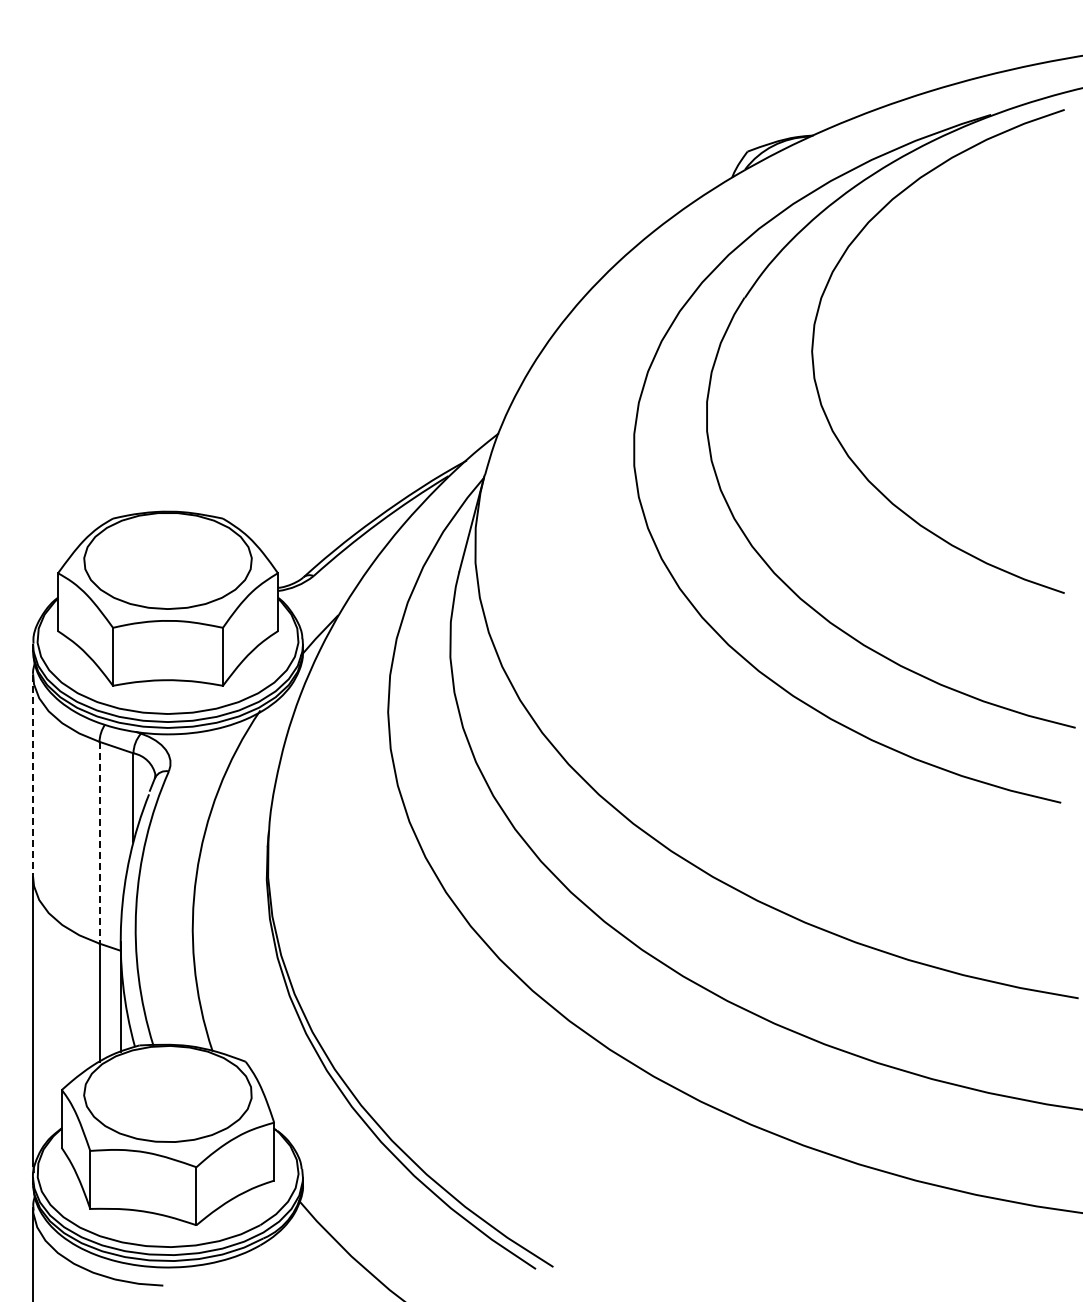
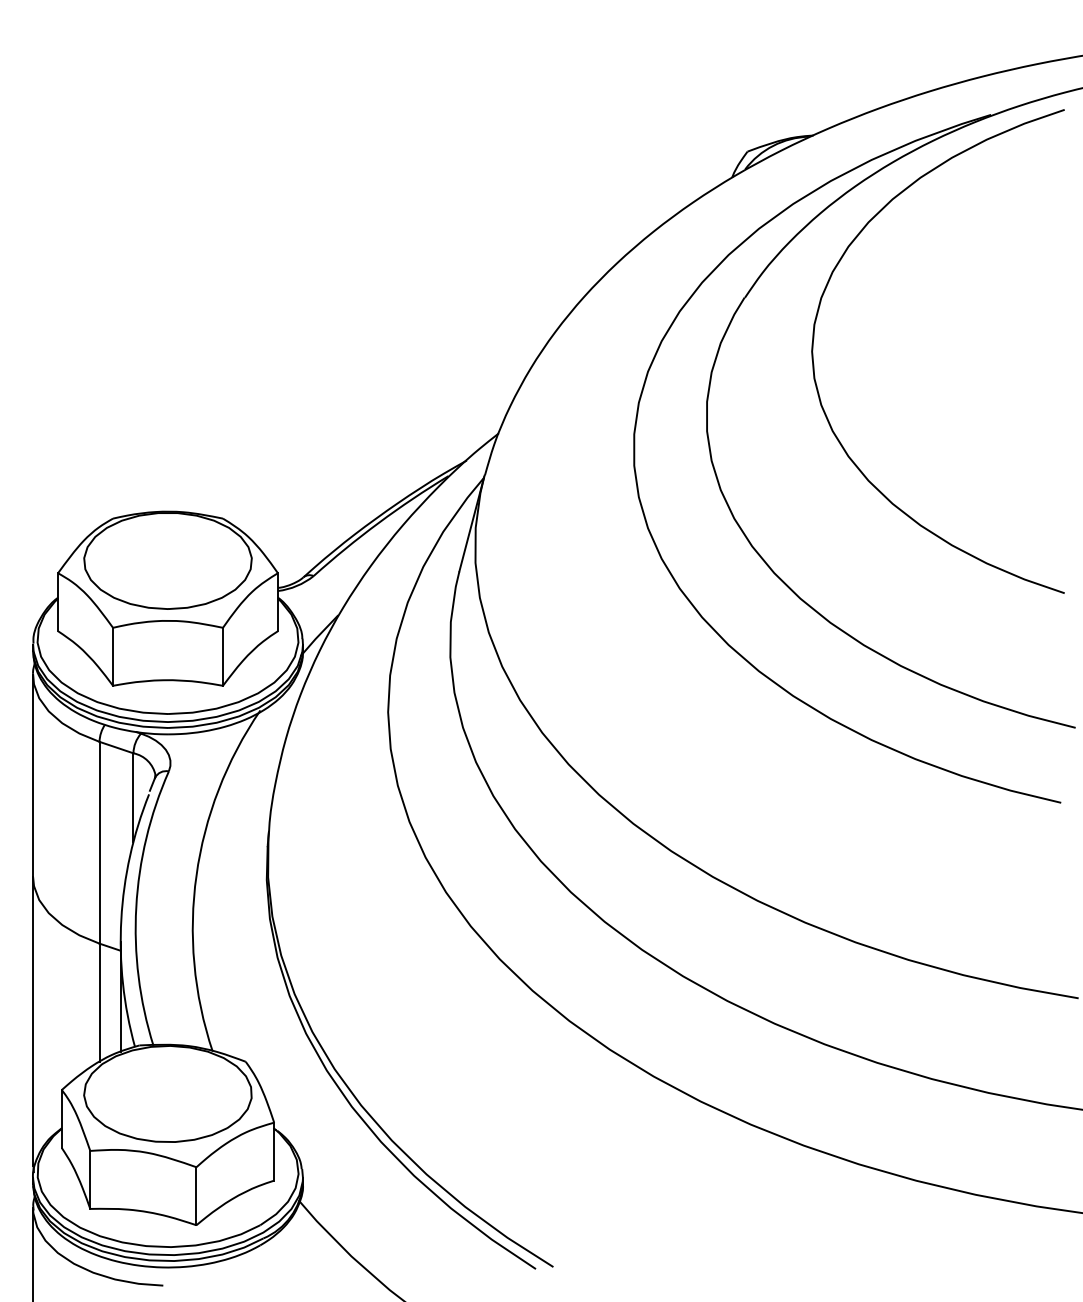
line at (33, 776): dashed -> solid
line at (99, 842): dashed -> solid
